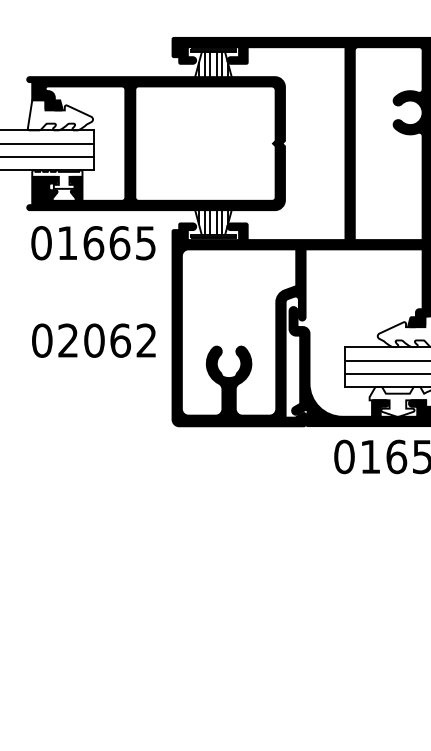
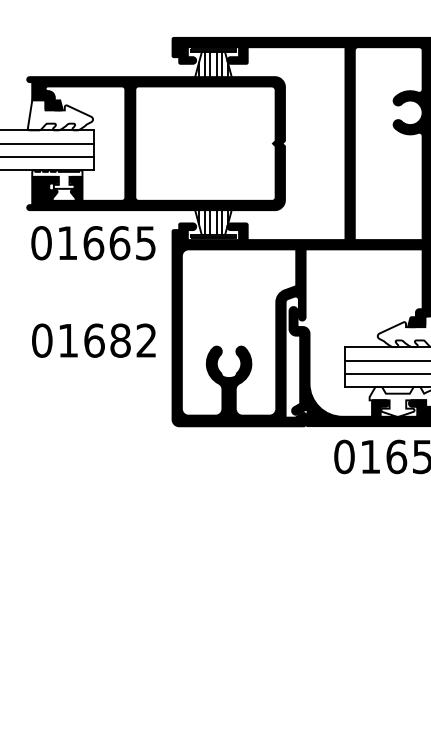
text at (94, 340): 02062 -> 01682
